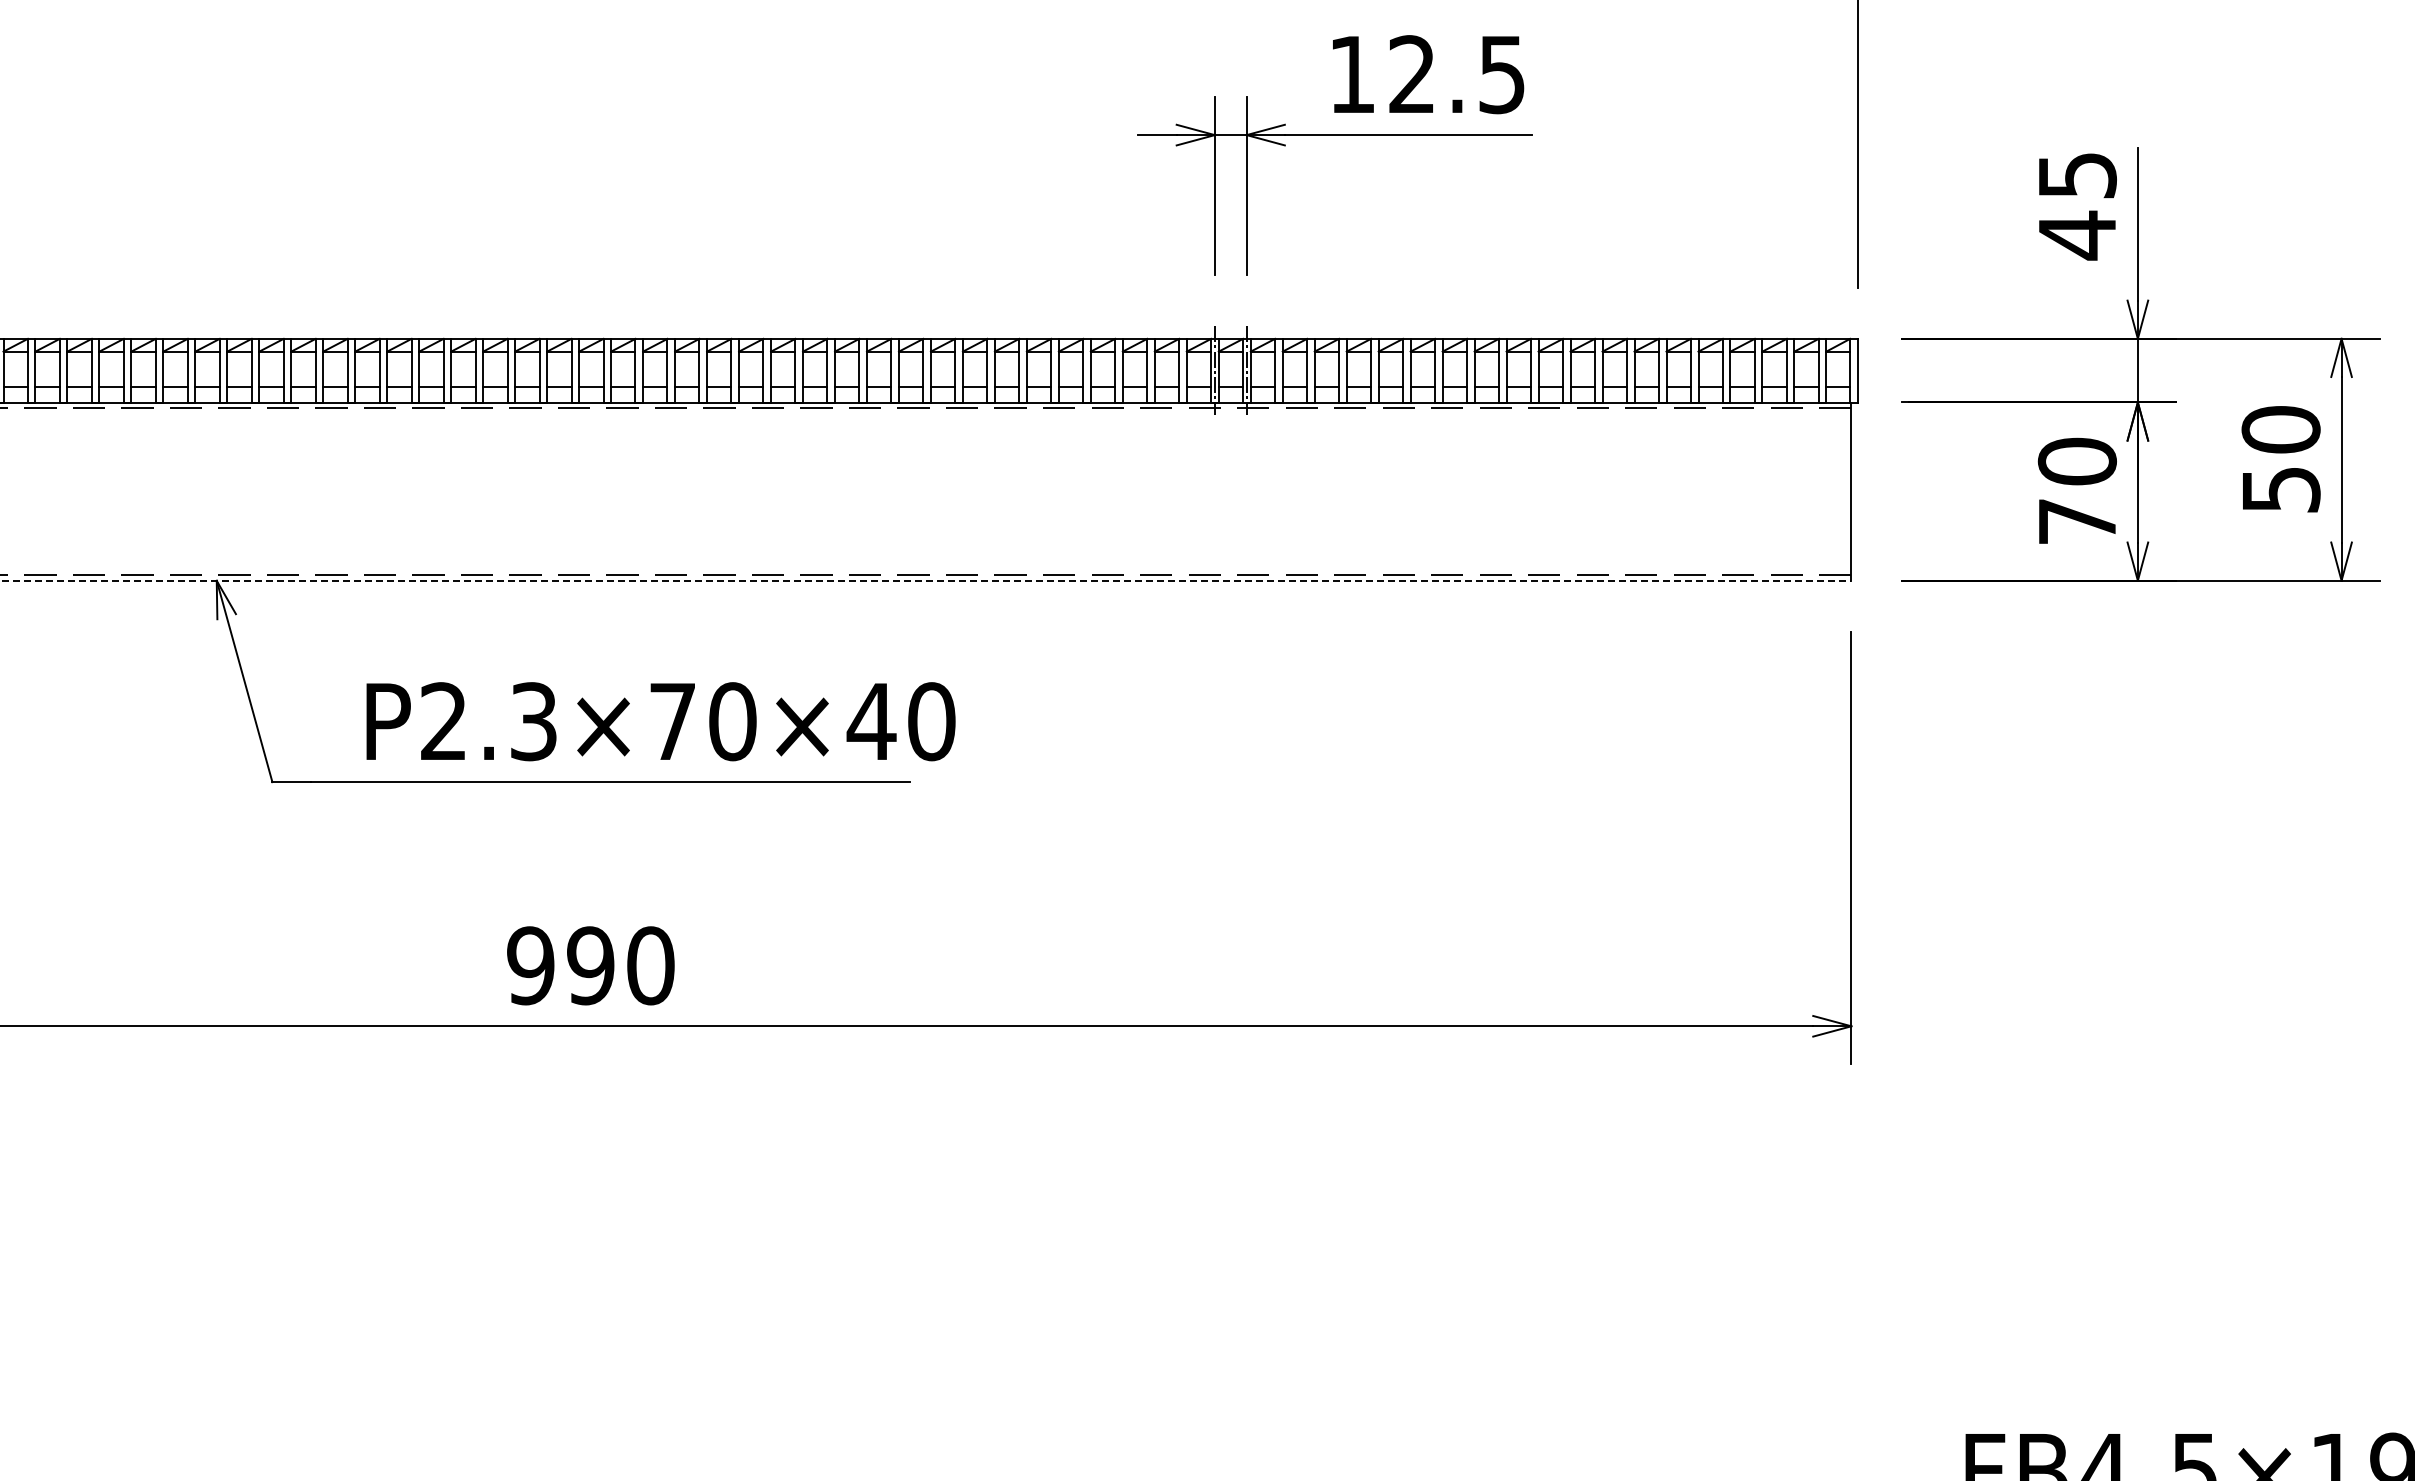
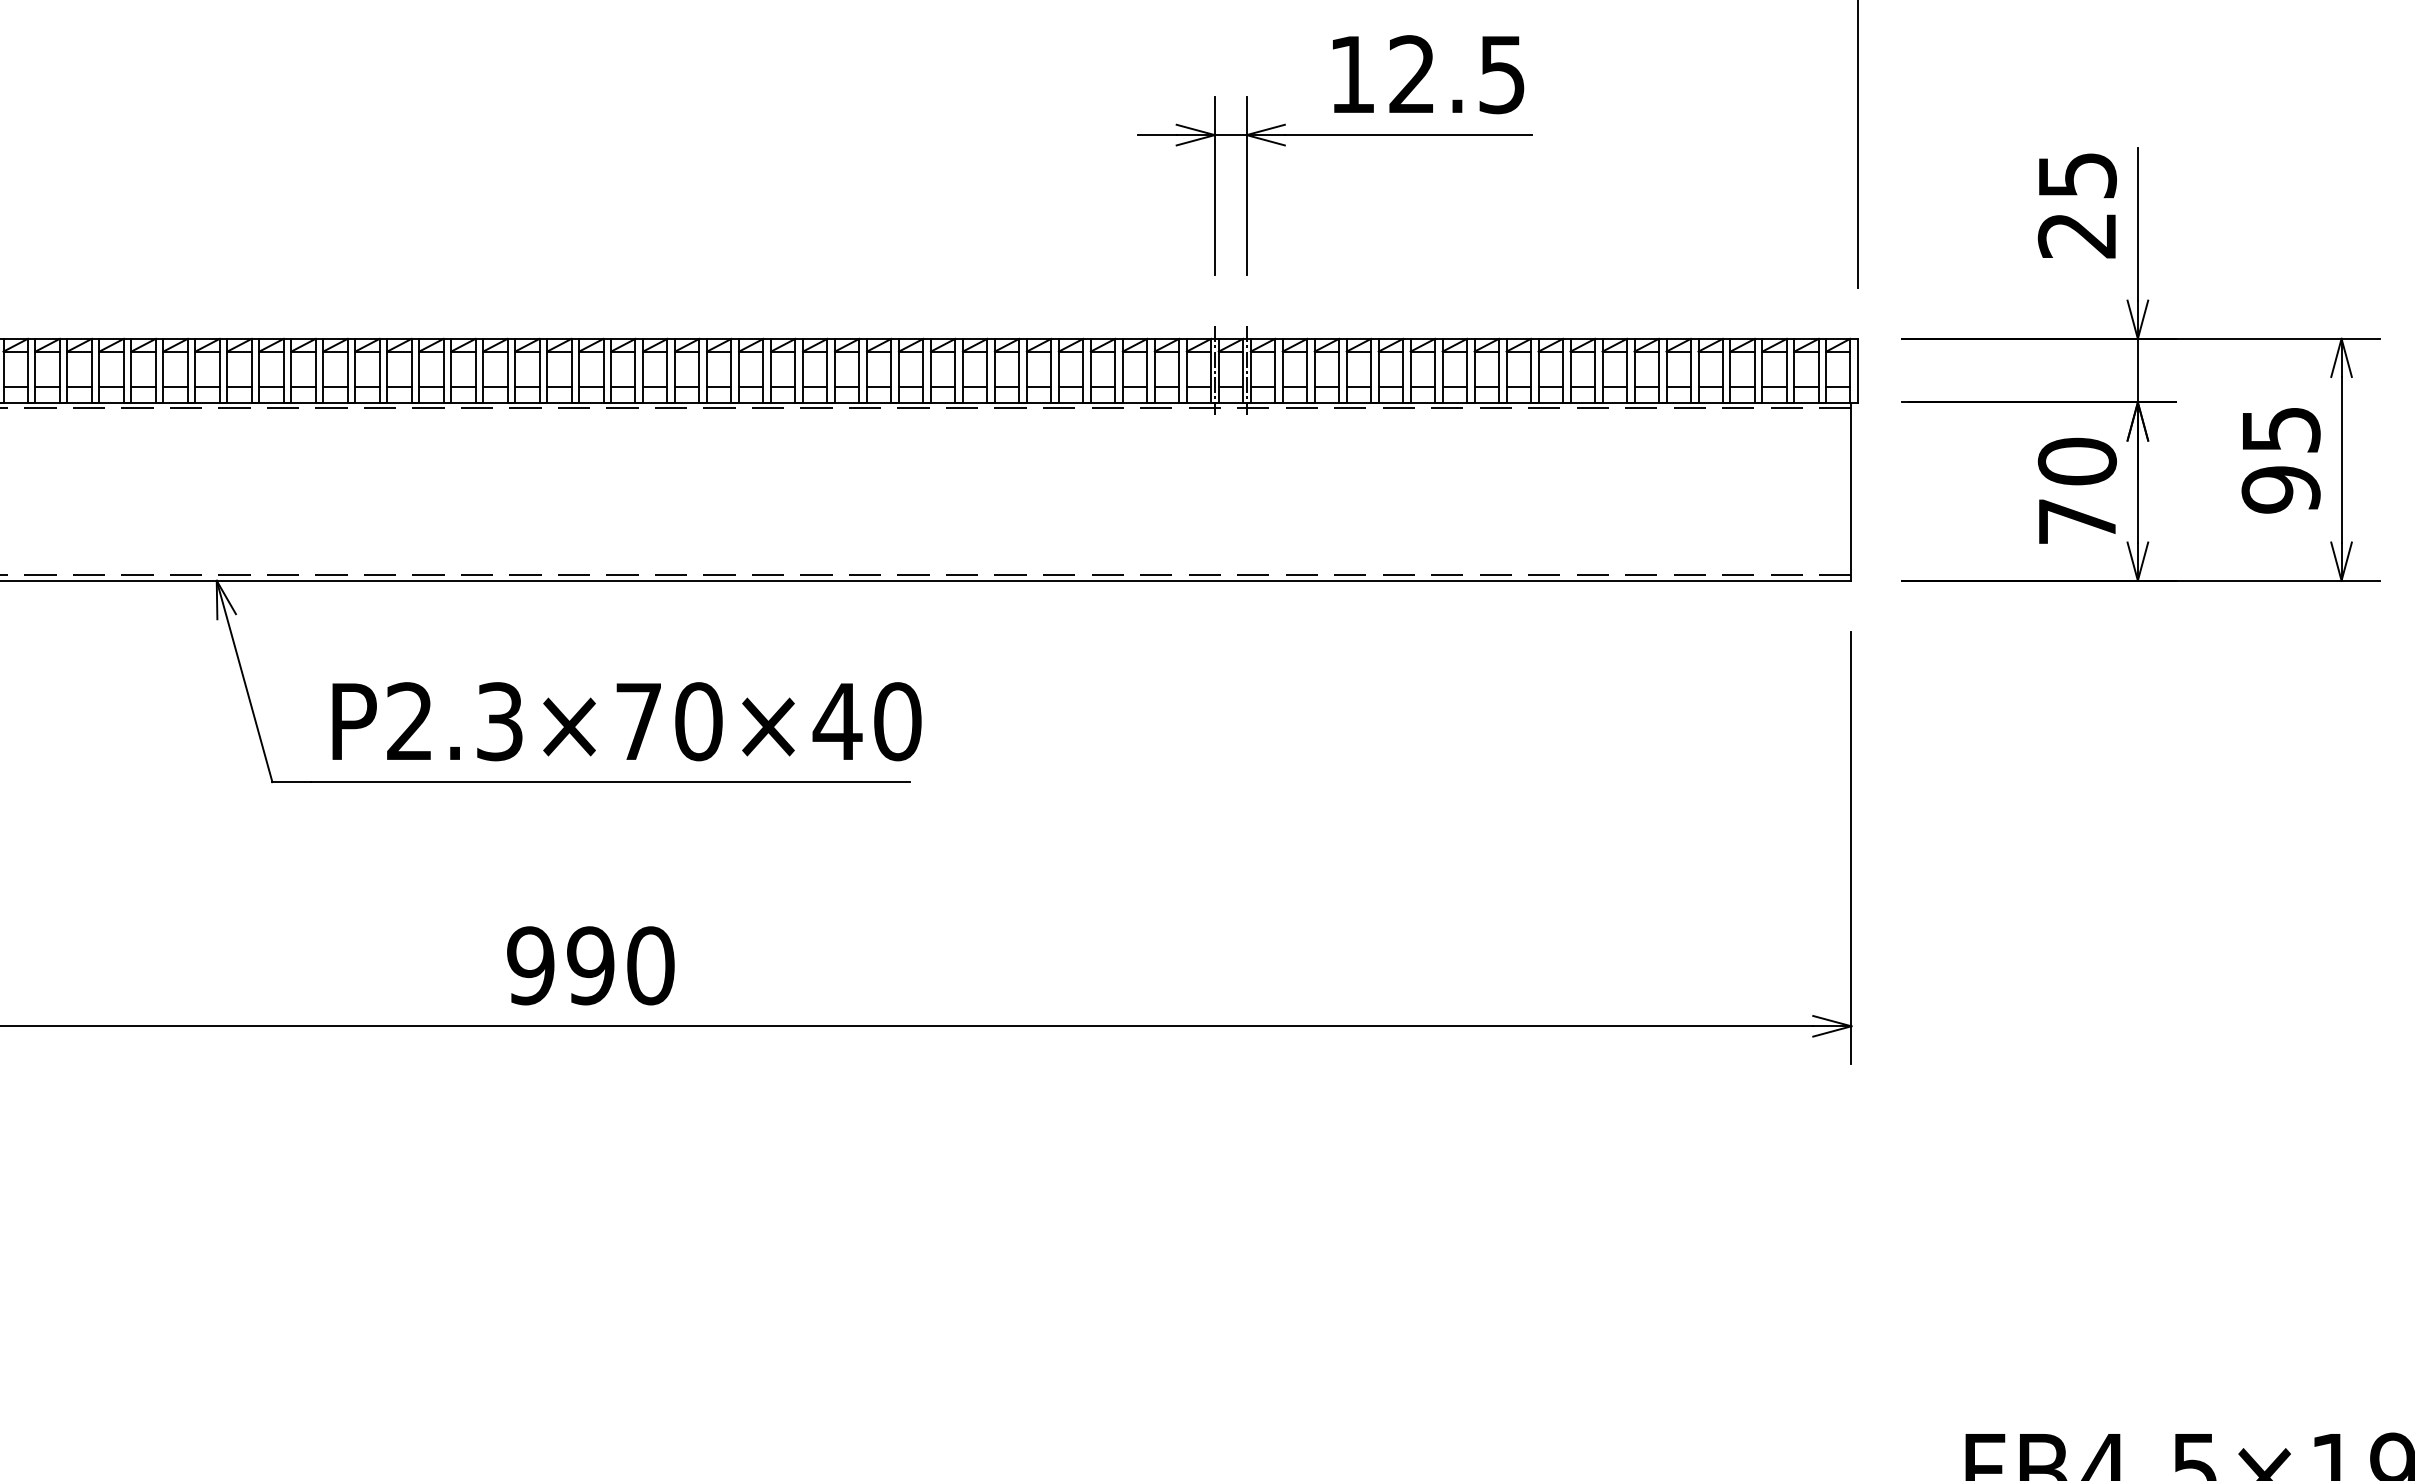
text at (2076, 235): 45 -> 25
text at (2280, 459): 50 -> 95
line at (926, 580): dashed -> solid
text at (660, 721) position: (660, 721) -> (626, 721)
